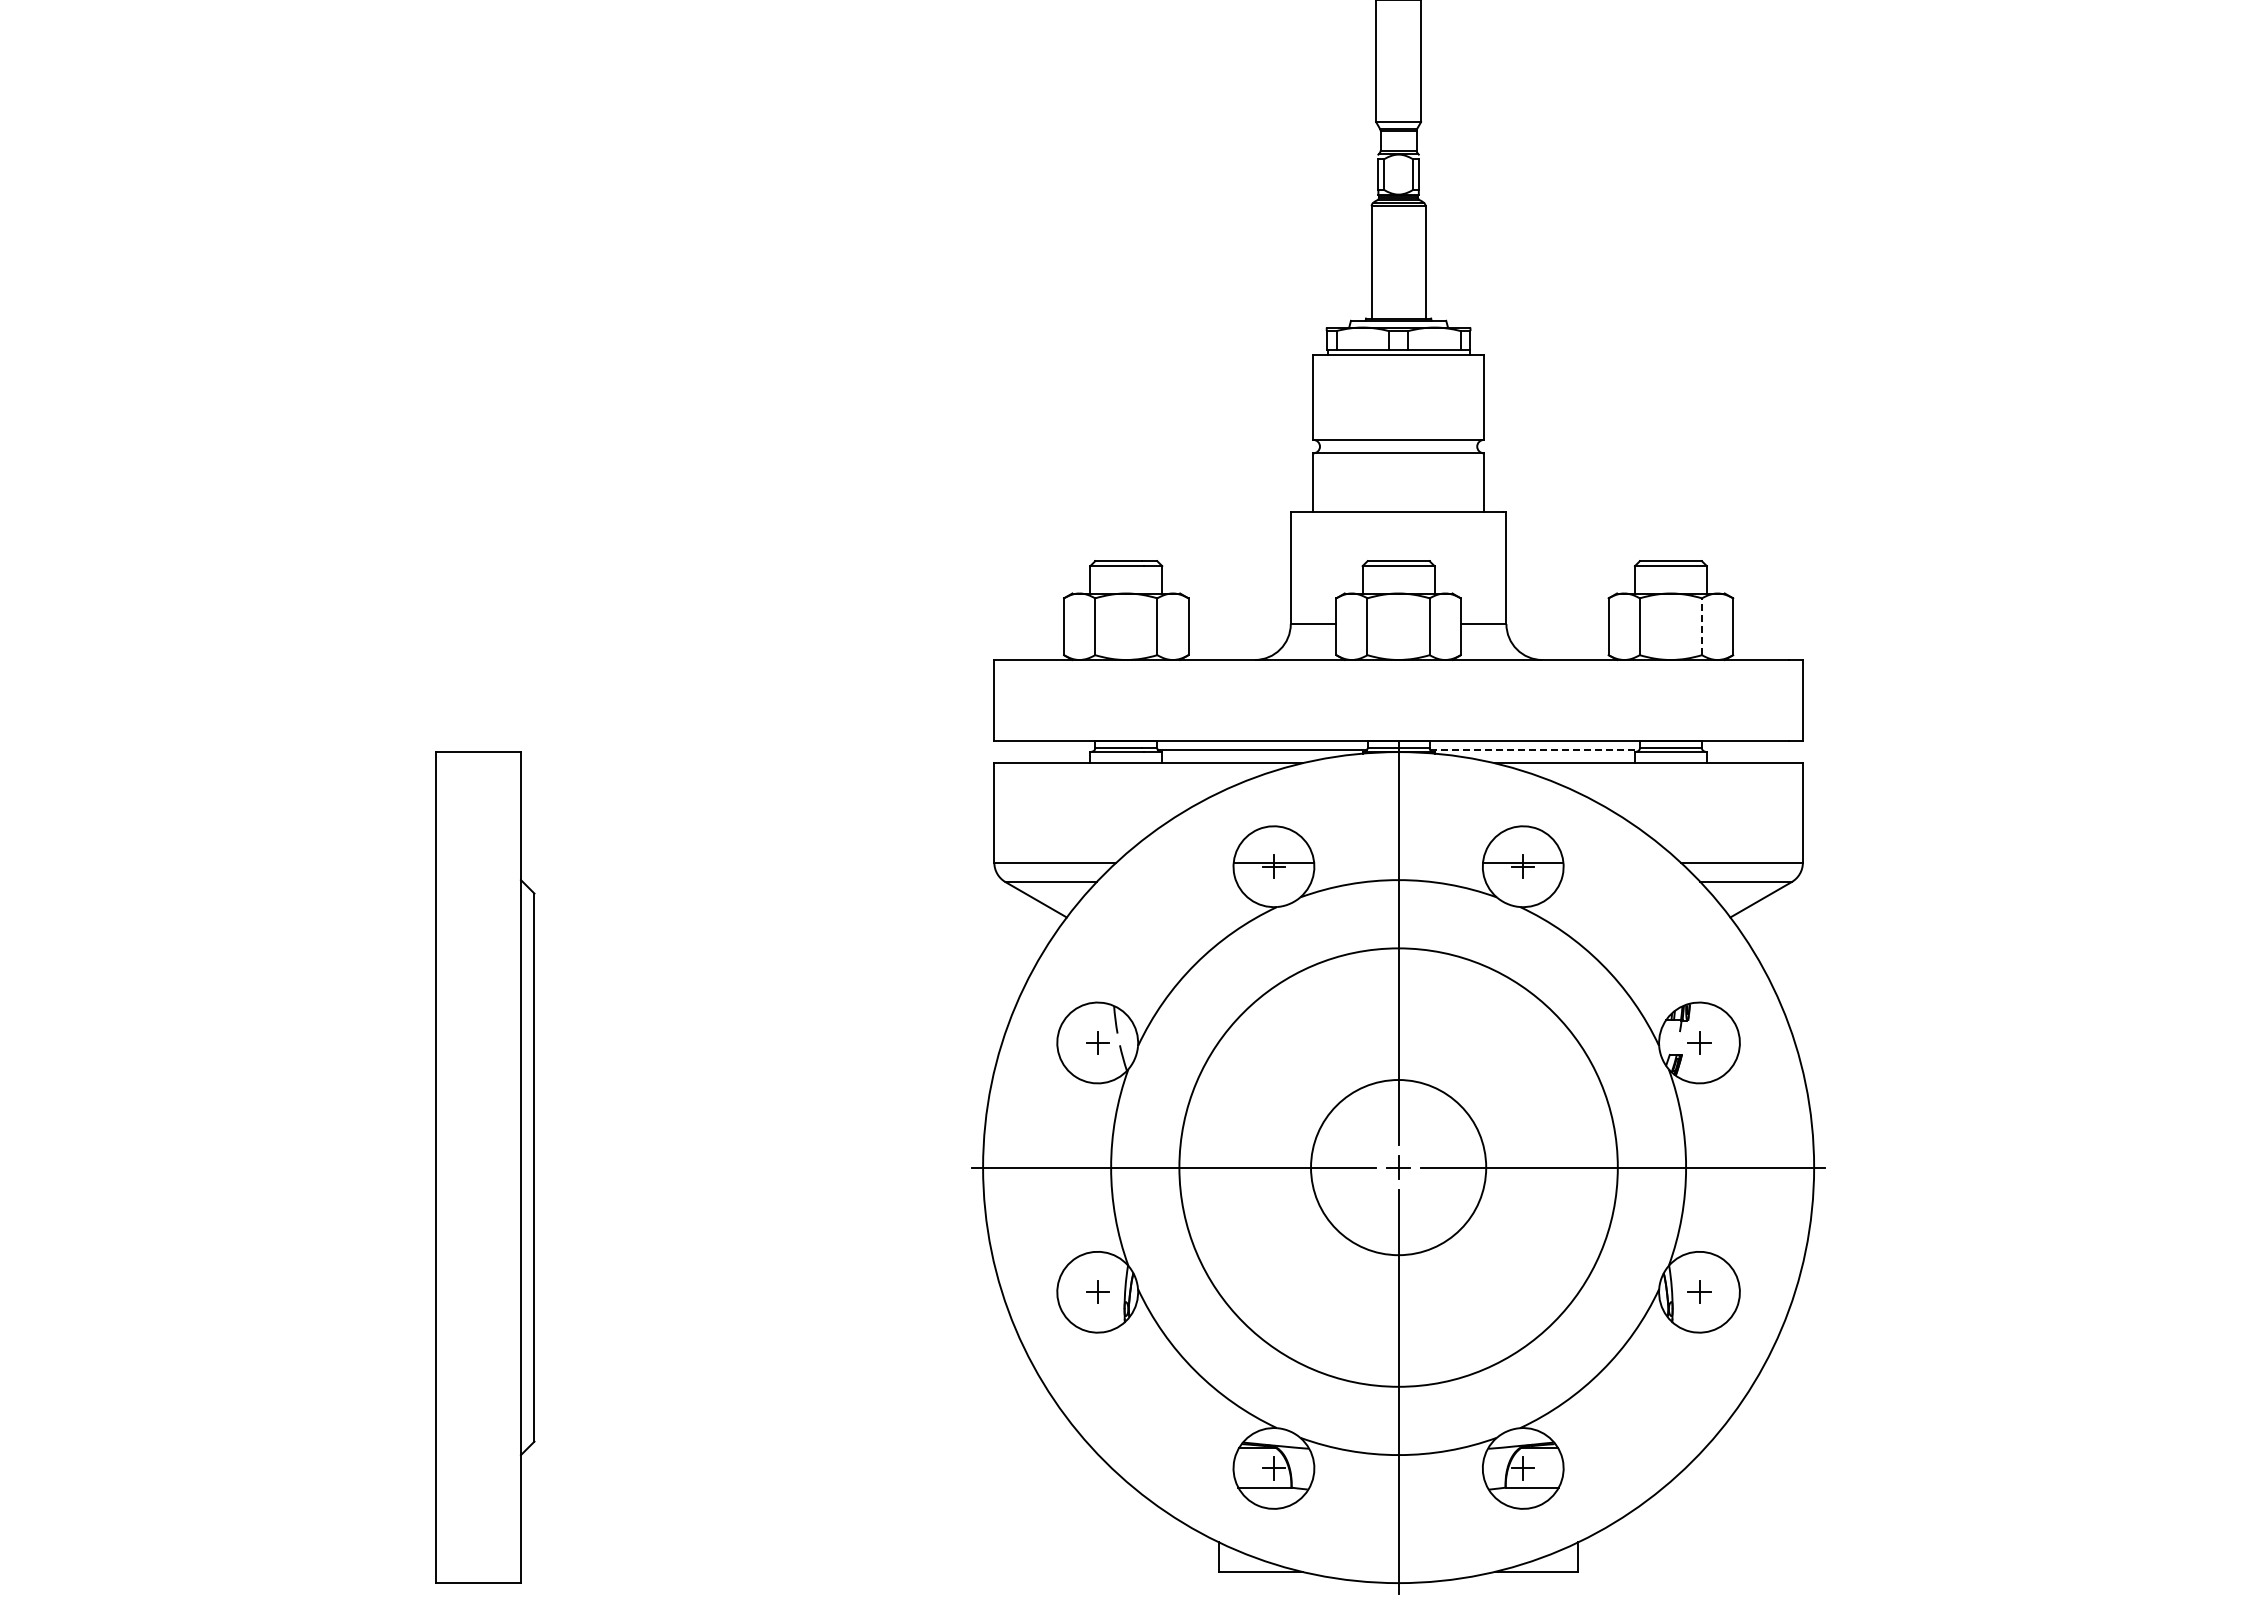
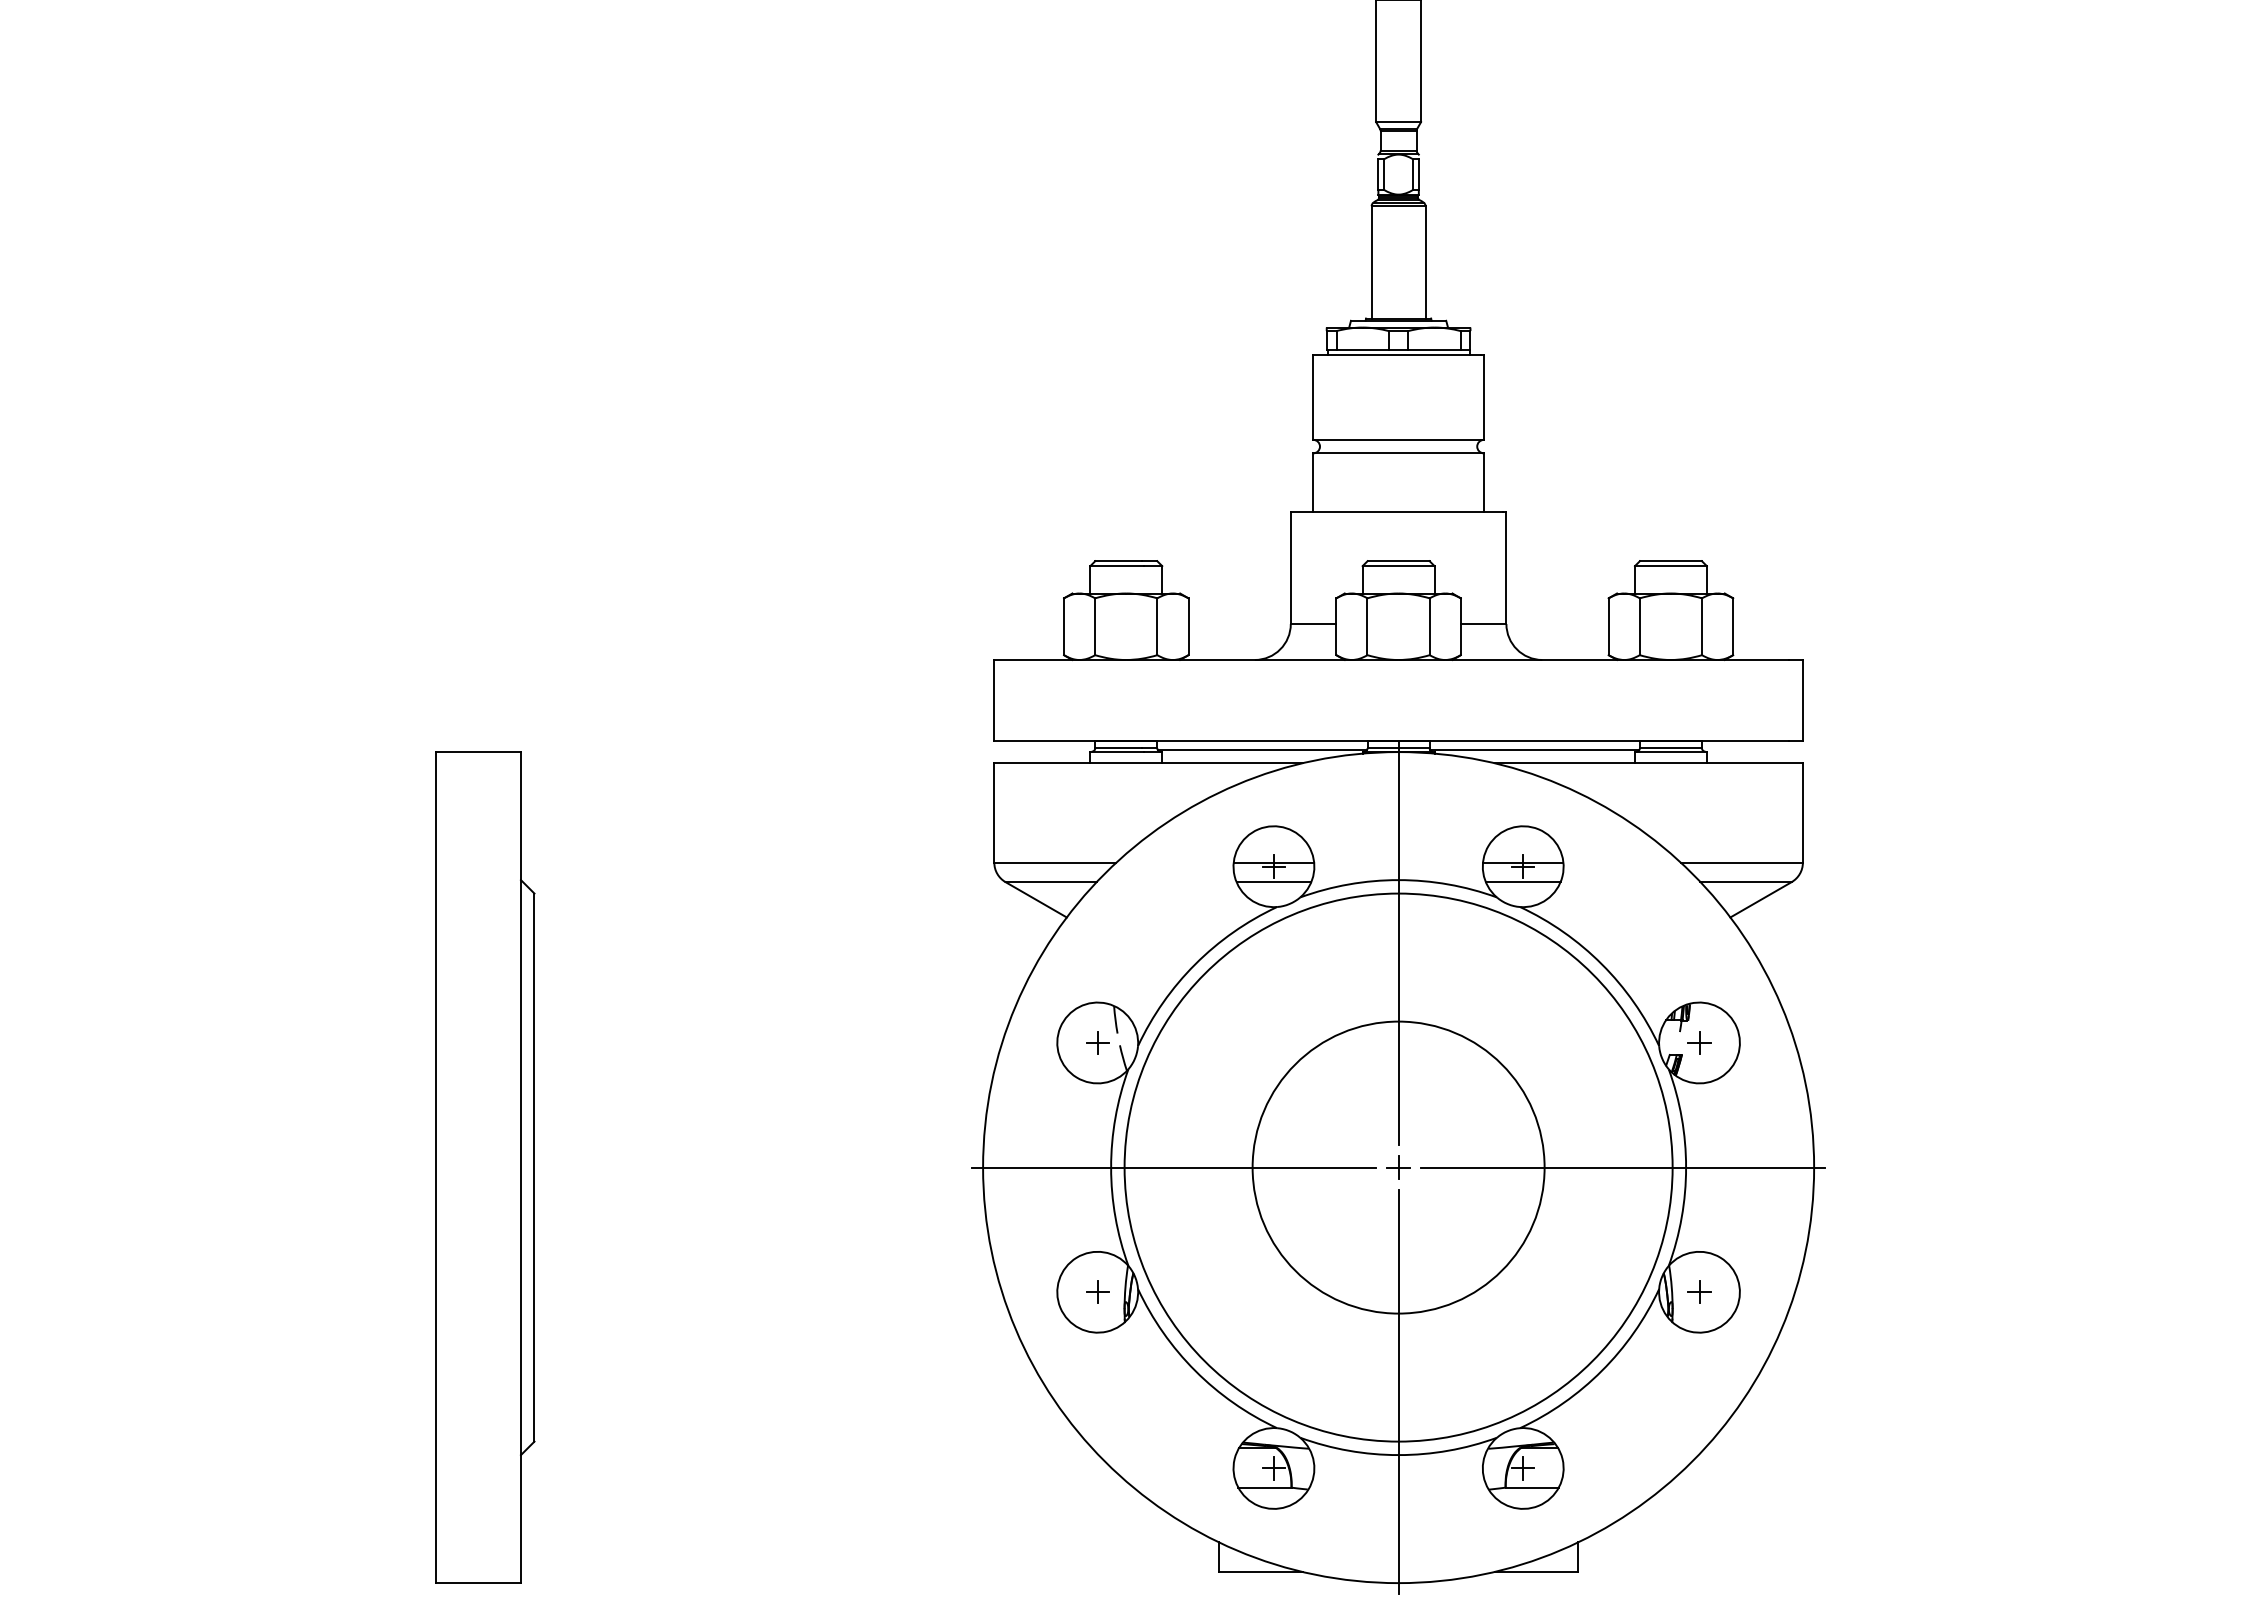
line at (1702, 626): dashed -> solid
line at (1534, 749): dashed -> solid
line at (1273, 882): none -> present
line at (1522, 882): none -> present
circle at (1398, 1167) diameter: 175 px -> 292 px
circle at (1398, 1167) diameter: 438 px -> 548 px
